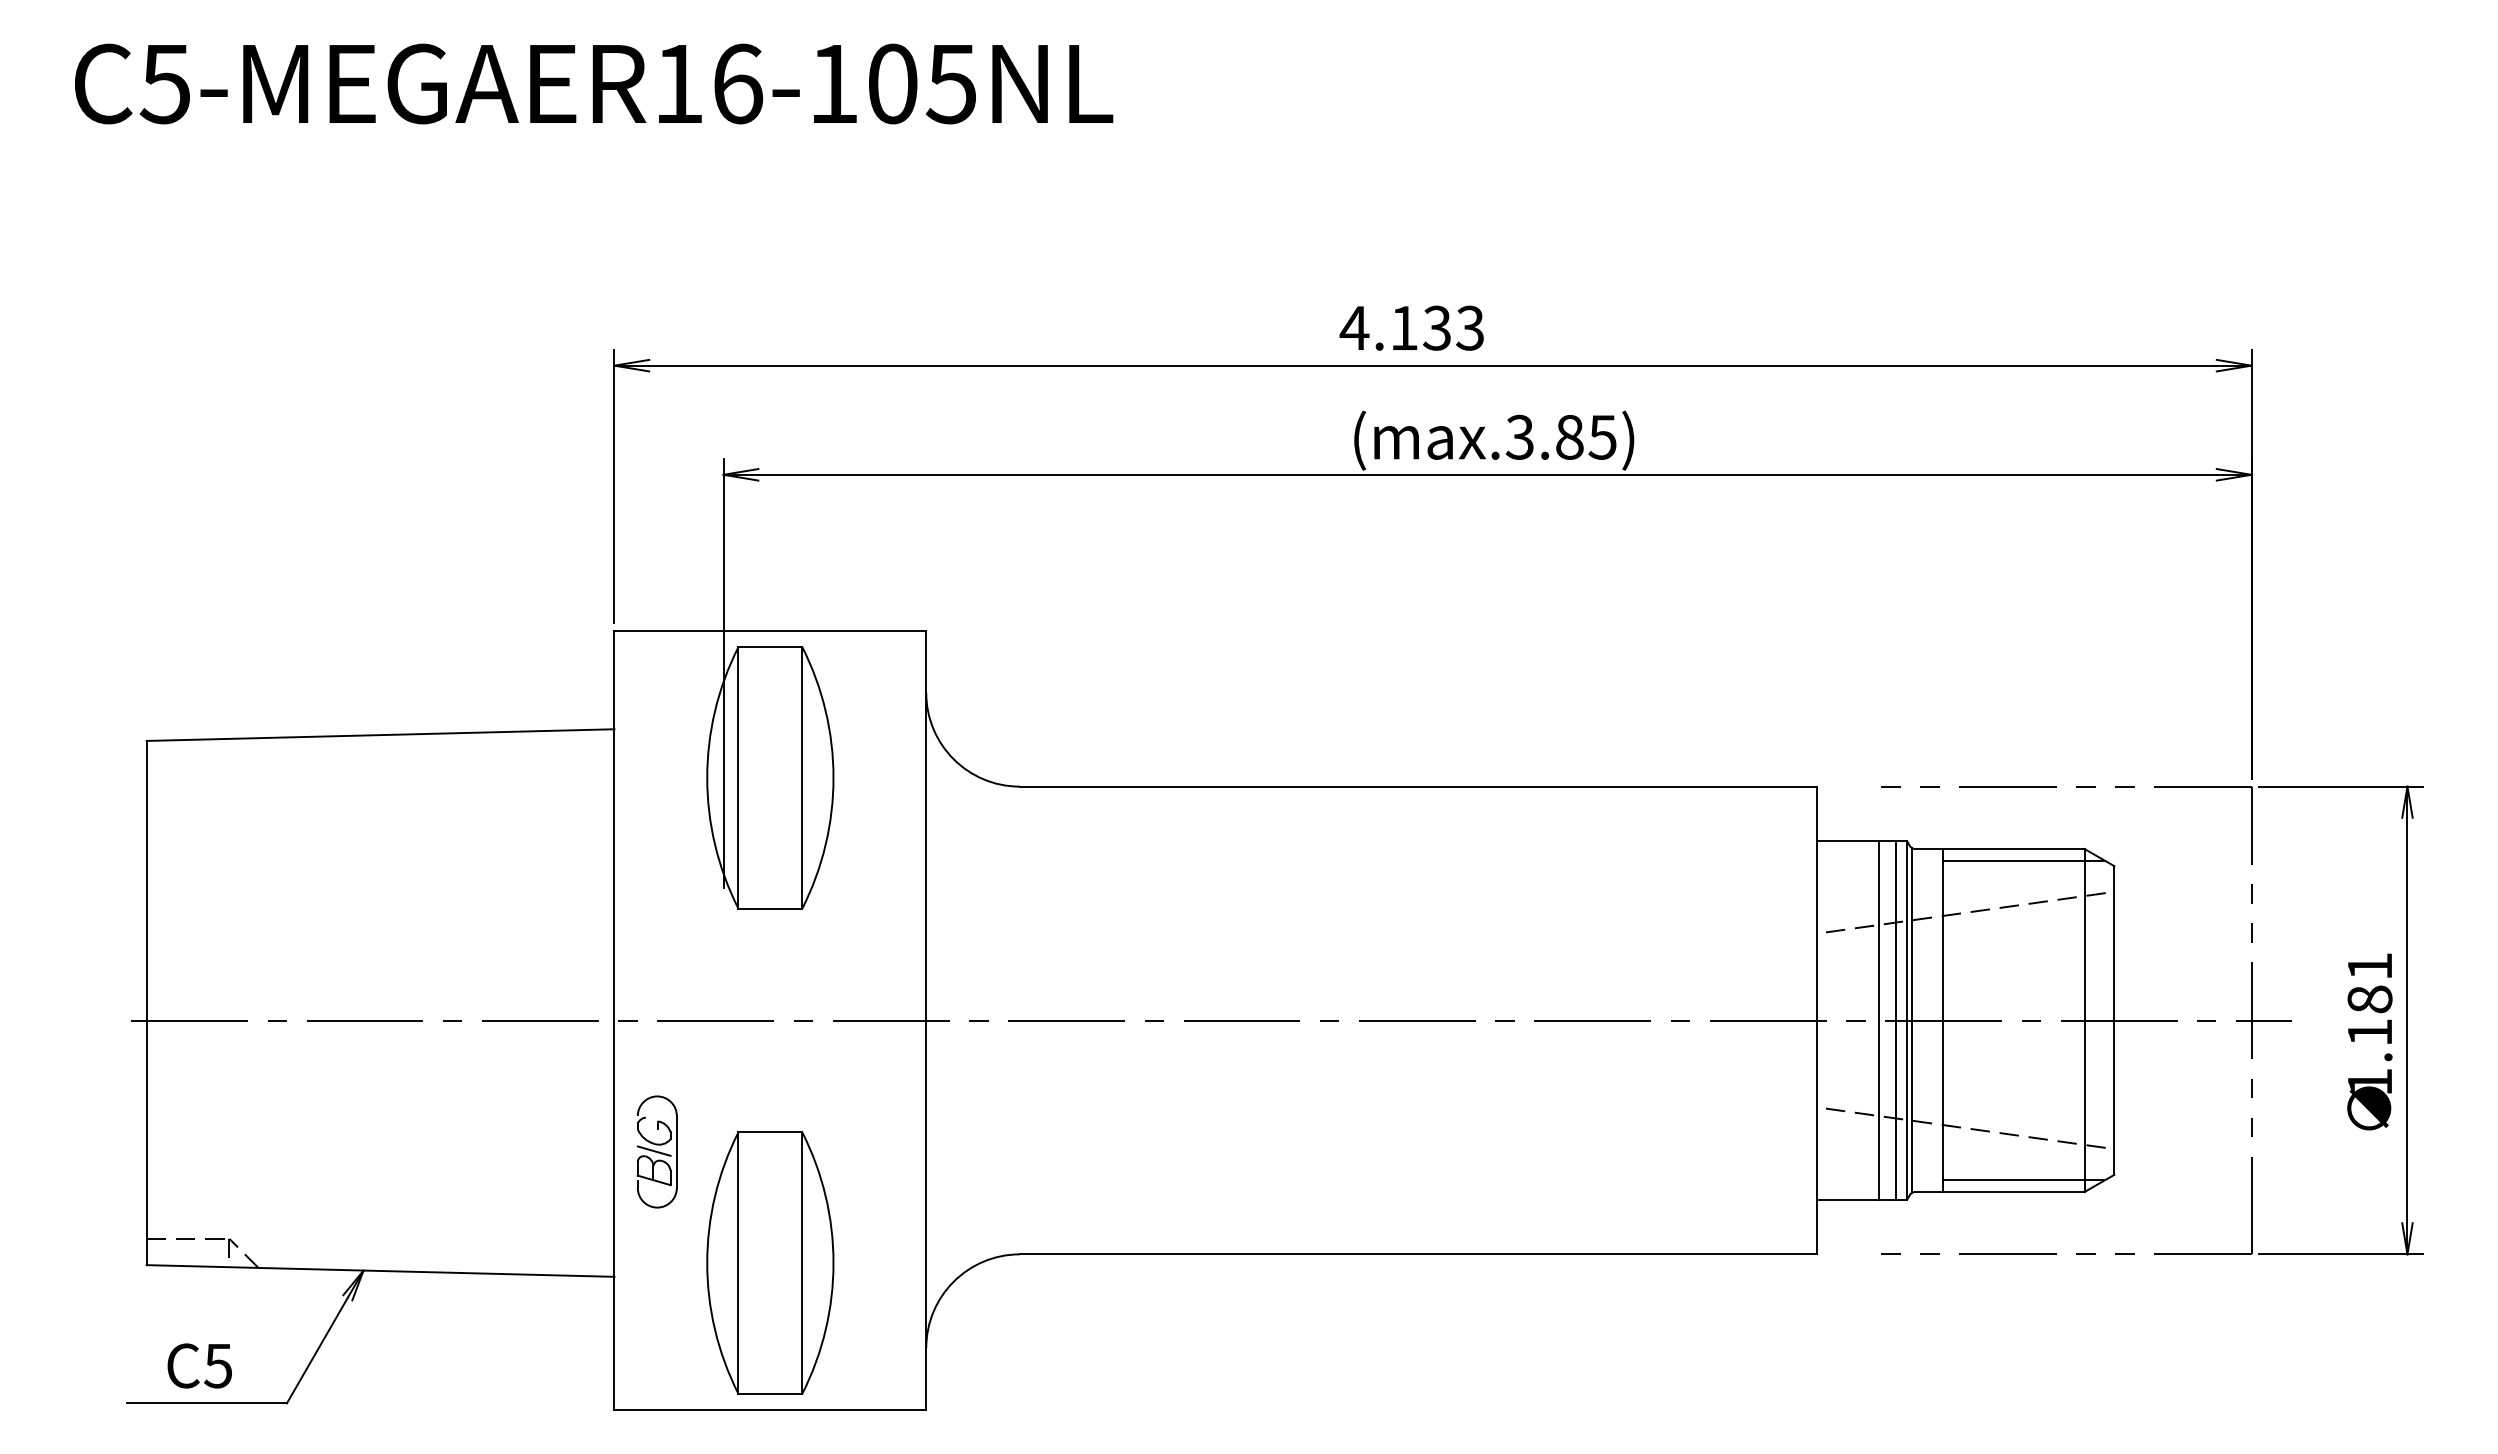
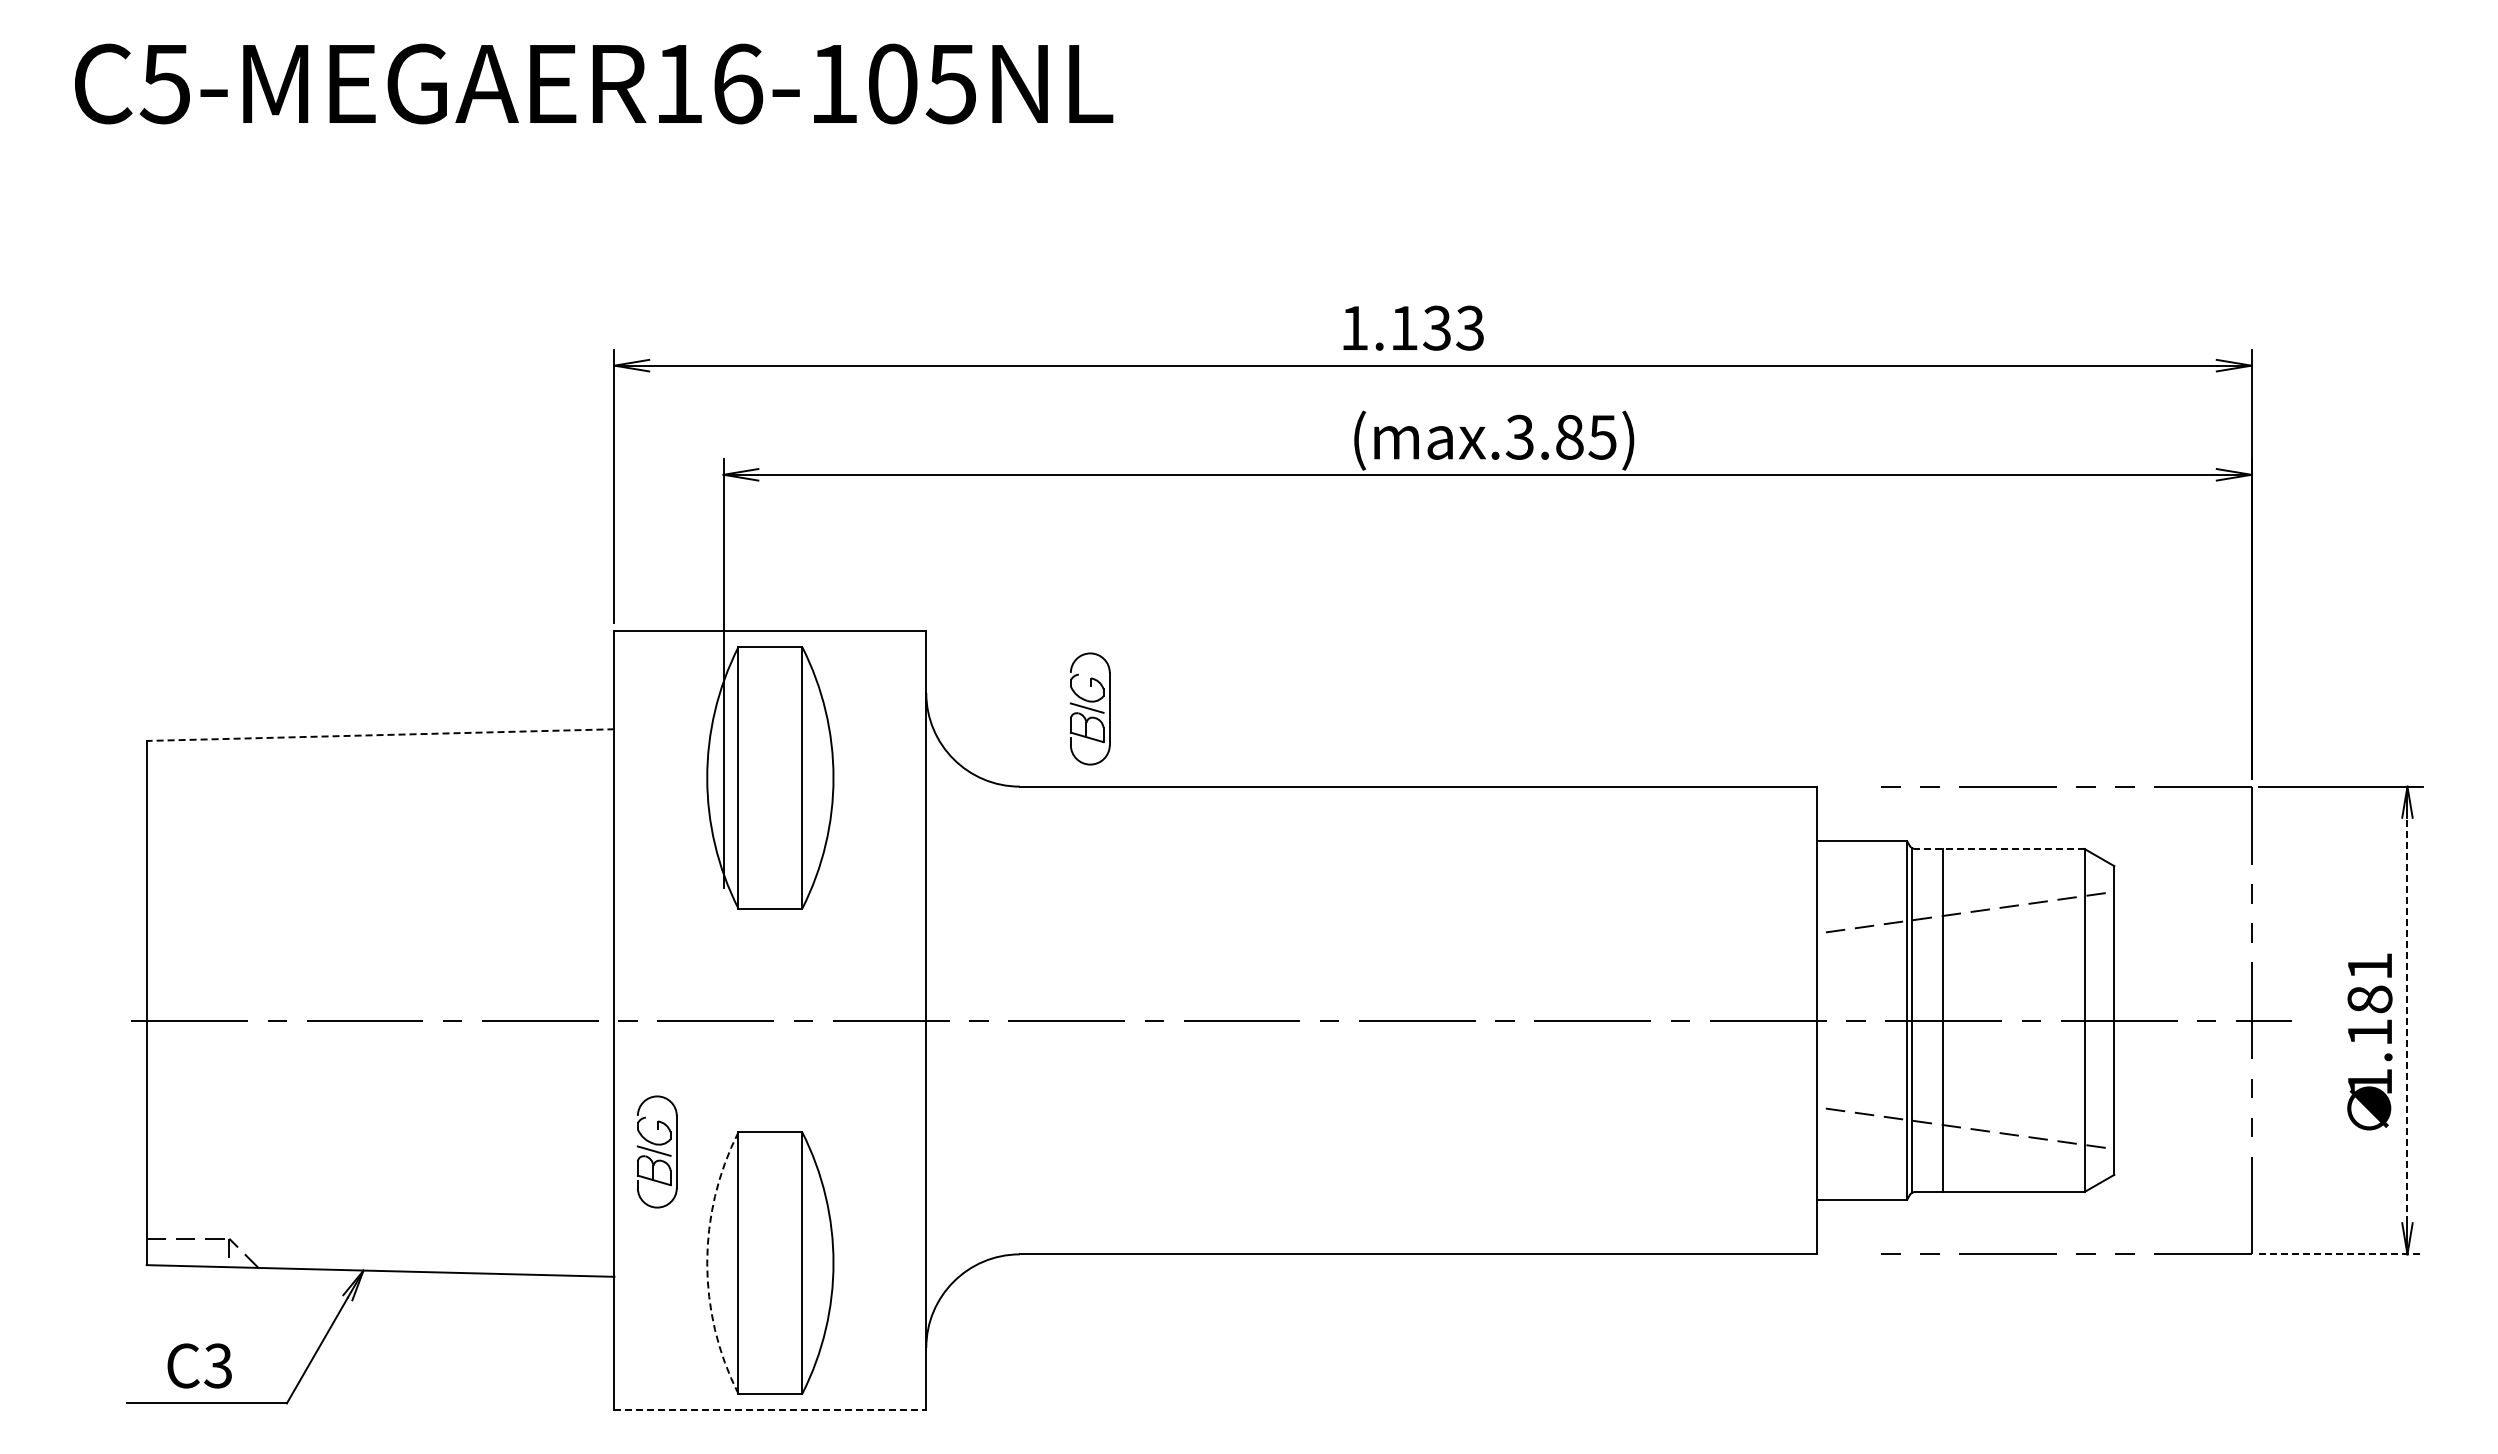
text at (1354, 327): 4.133 -> 1.133
part at (1089, 708): none -> present
line at (380, 735): solid -> dashed
line at (1999, 849): solid -> dashed
line at (2023, 860): present -> none
line at (1878, 1020): present -> none
line at (1896, 1020): present -> none
line at (2407, 1020): solid -> dashed
line at (2023, 1180): present -> none
line at (2341, 1254): solid -> dashed
arc at (707, 1263): solid -> dashed
text at (217, 1365): C5 -> C3
line at (770, 1410): solid -> dashed
